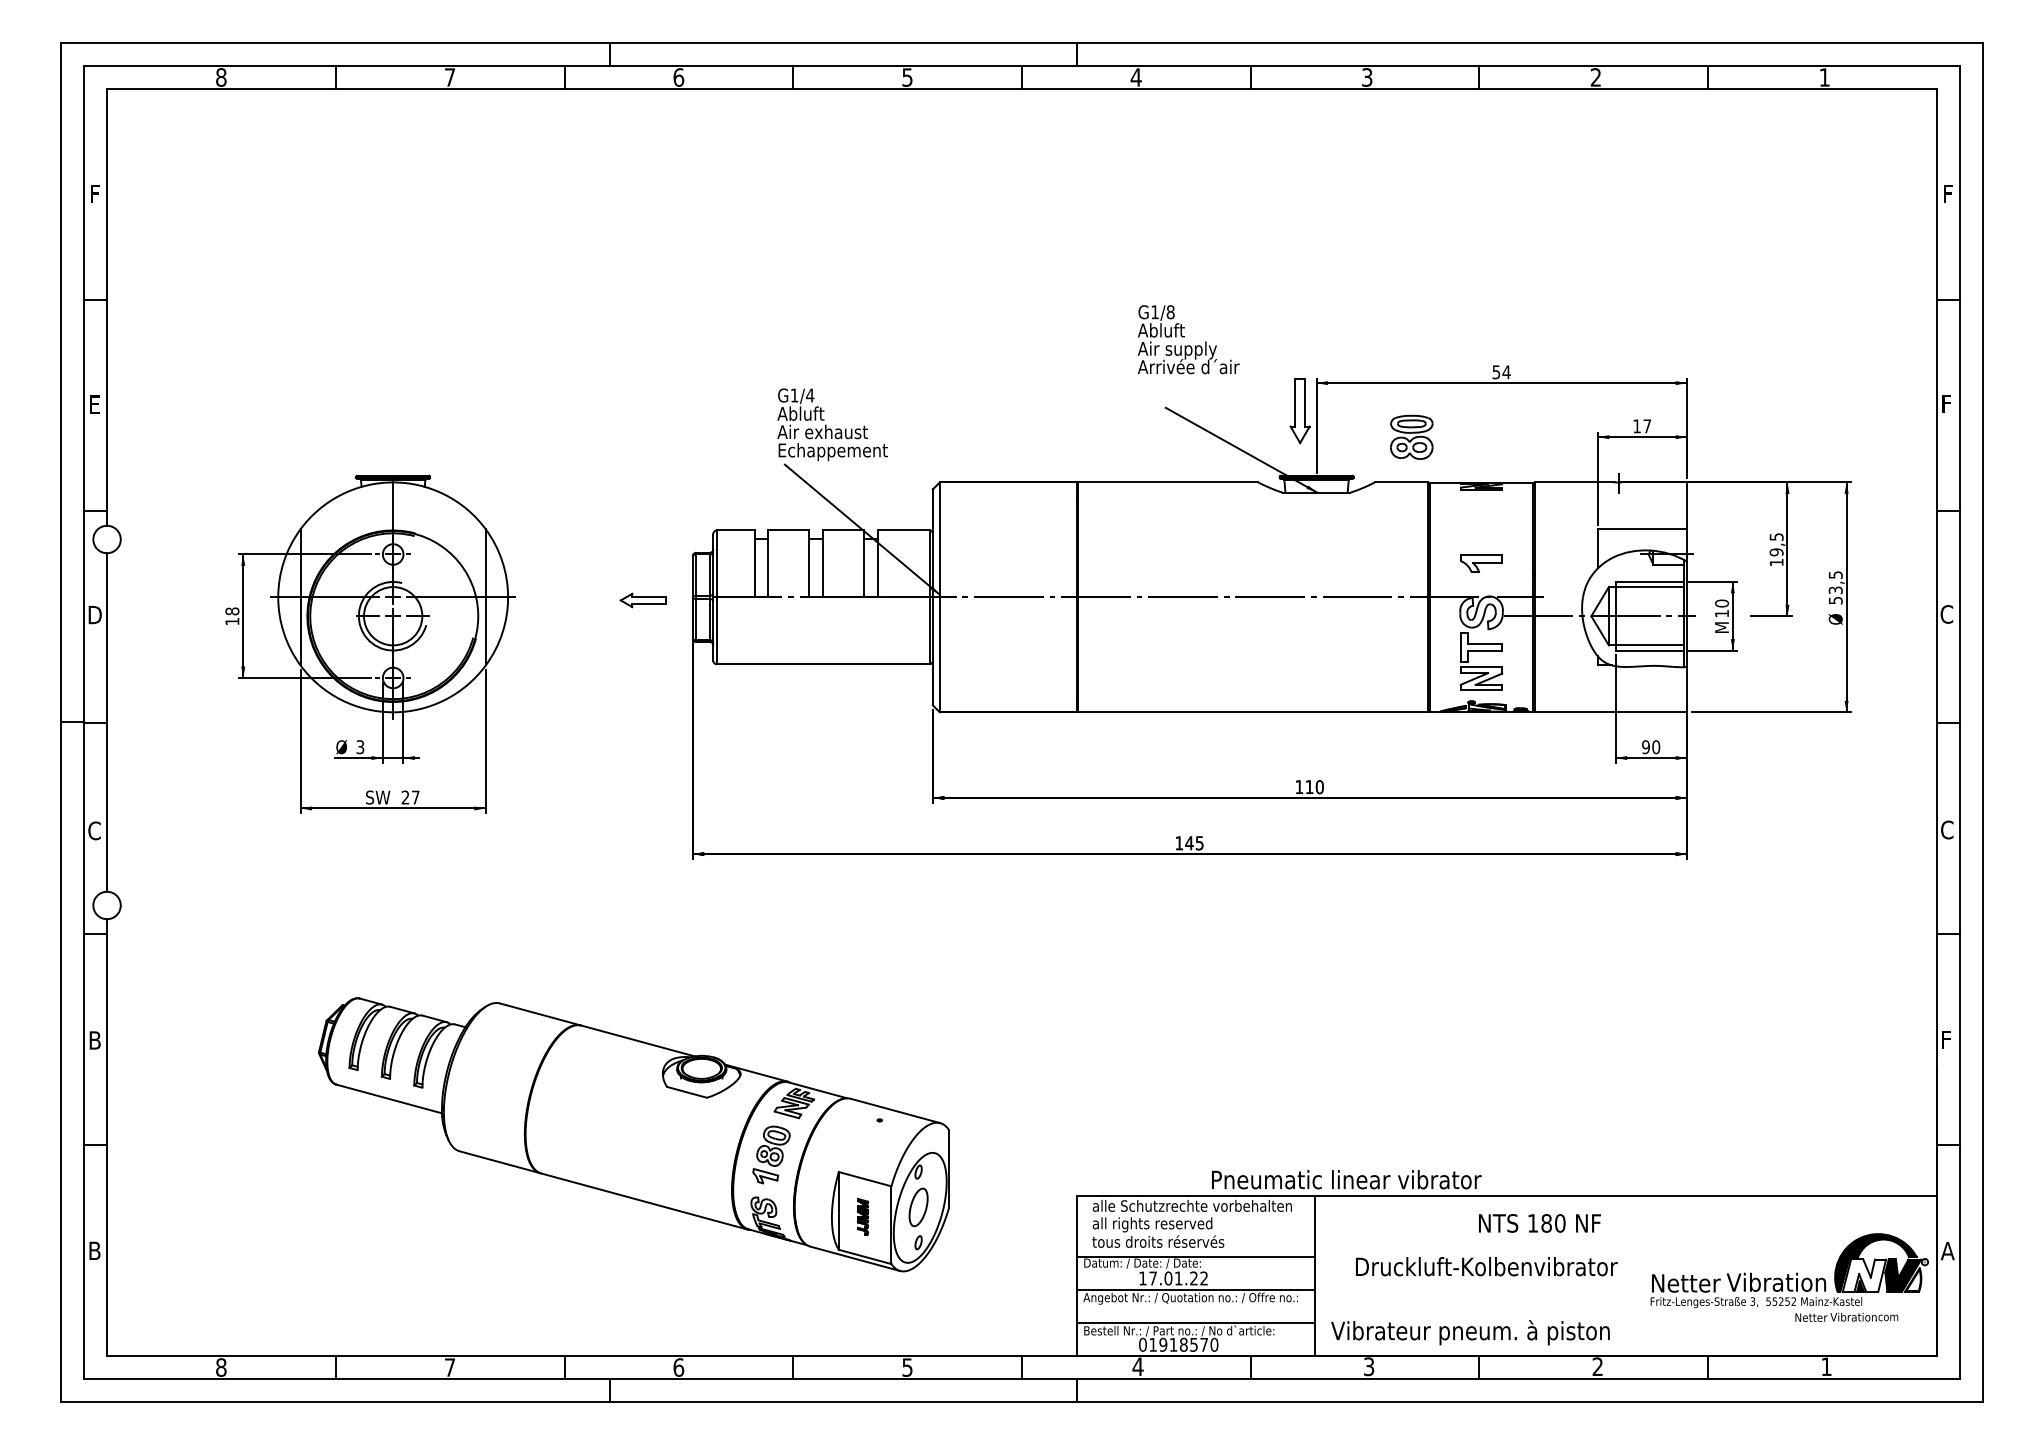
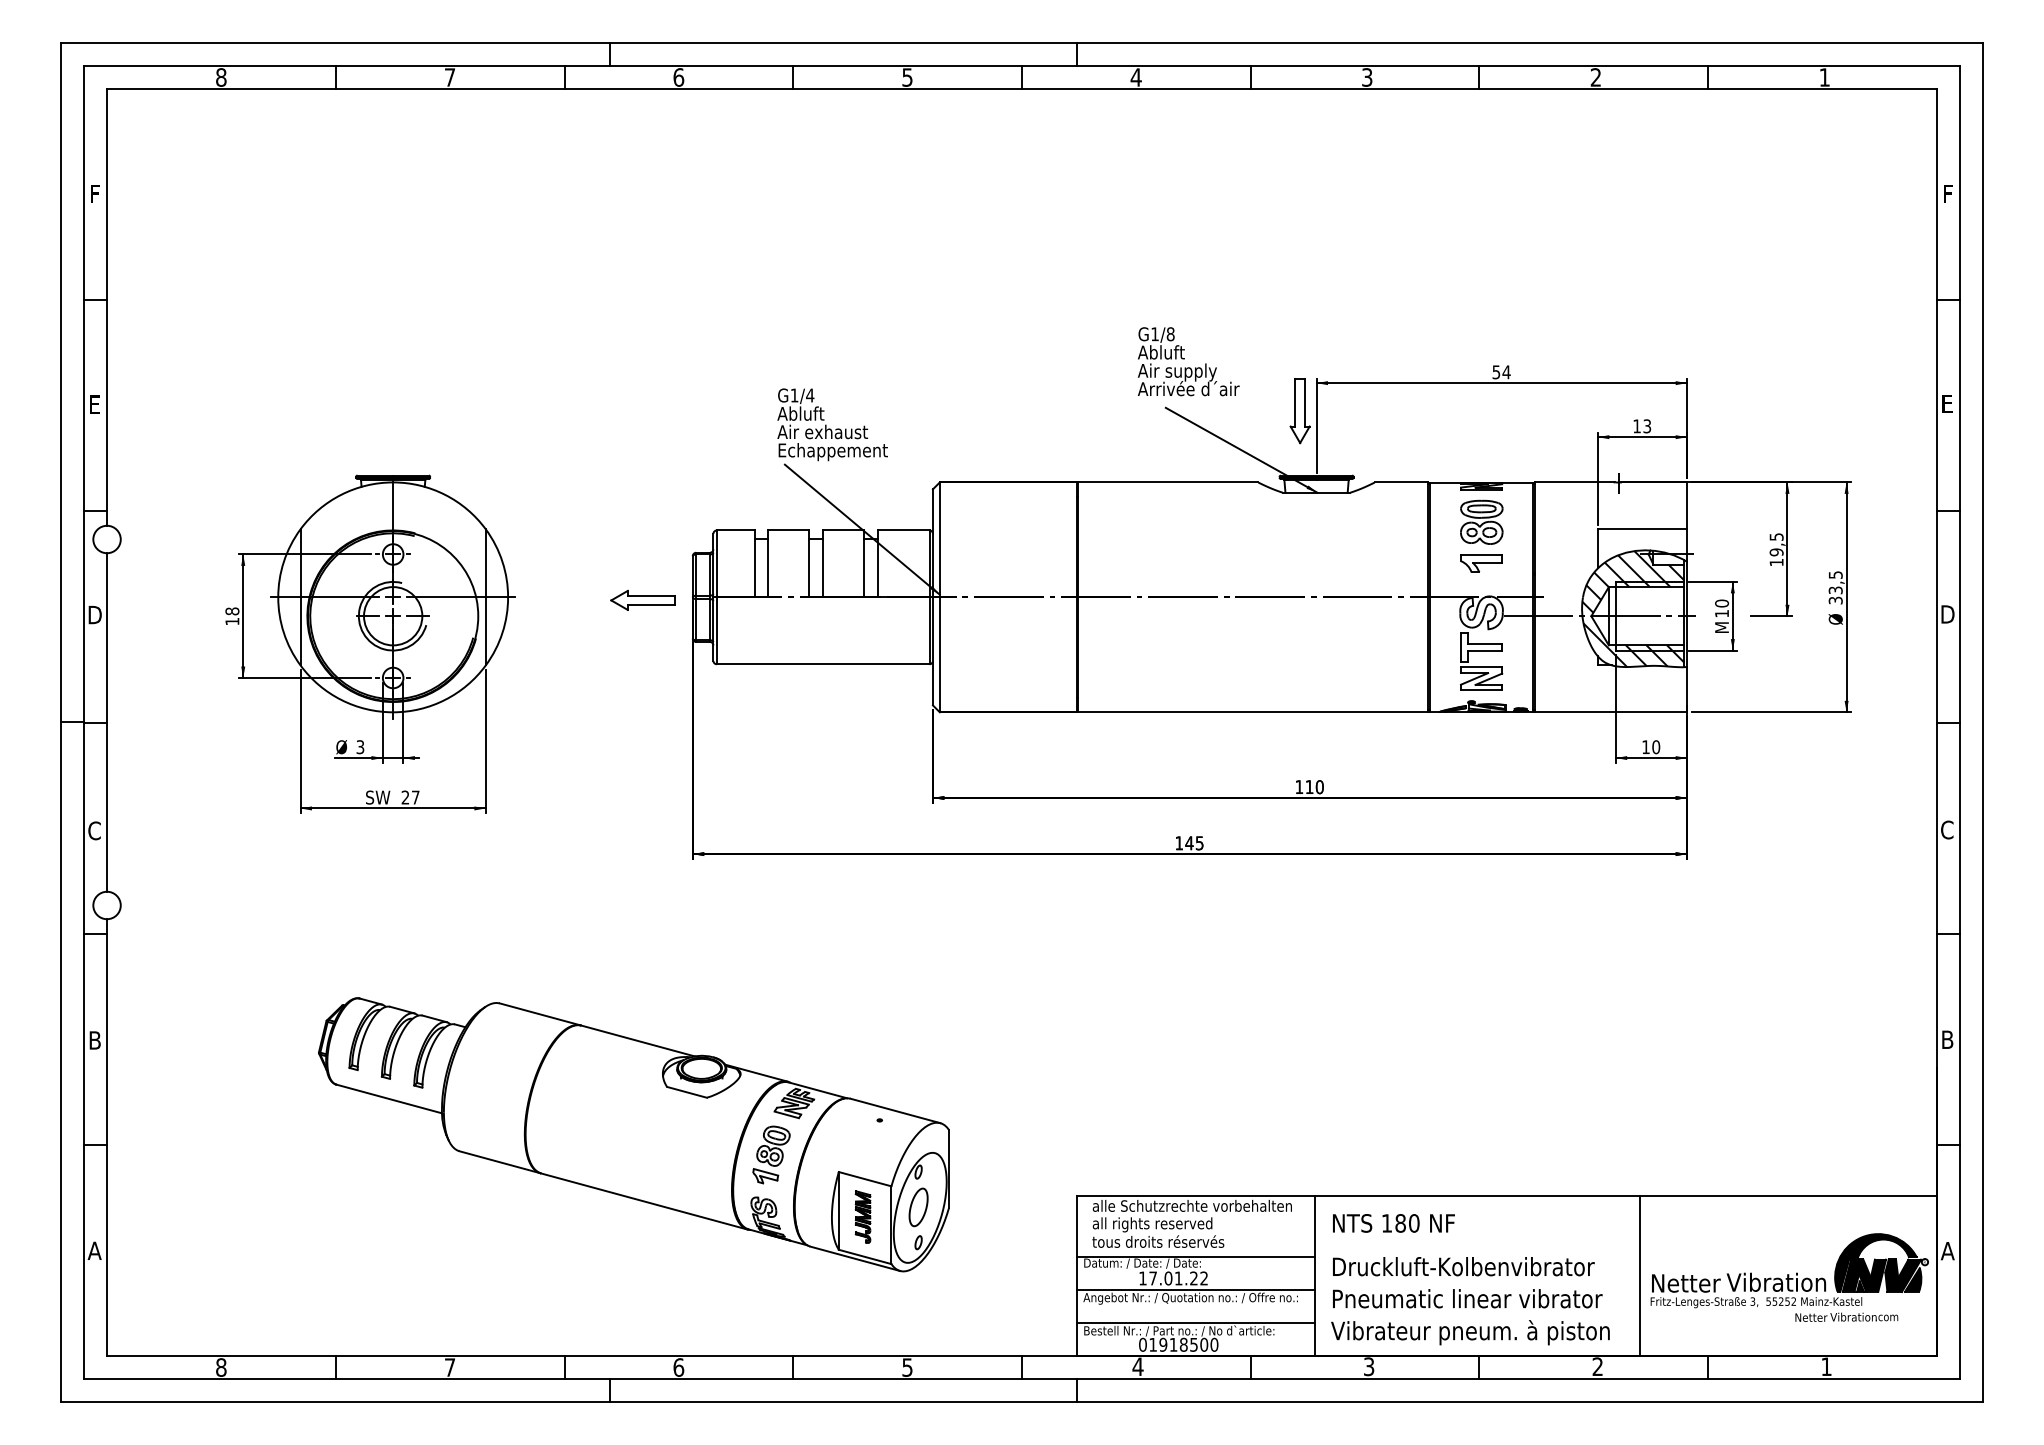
part at (1188, 339) position: (1188, 339) -> (1188, 361)
text at (1948, 403): F -> E
text at (1647, 426): 17 -> 13
part at (1411, 436) position: (1411, 436) -> (1481, 521)
part at (642, 600) size: 48x17 px -> 66x21 px
text at (1834, 600): 53,5 -> 33,5
hatch at (1633, 609): none -> present
text at (1947, 614): C -> D
text at (1645, 747): 90 -> 10
text at (1947, 1039): F -> B
text at (1346, 1179) position: (1346, 1179) -> (1467, 1298)
part at (863, 1216) size: 13x38 px -> 18x54 px
text at (1539, 1223) position: (1539, 1223) -> (1393, 1223)
text at (94, 1250): B -> A
text at (1486, 1266) position: (1486, 1266) -> (1463, 1266)
line at (1639, 1275): none -> present
fill at (1864, 1275): none -> present
fill at (1913, 1280): none -> present
text at (1204, 1344): 01918570 -> 01918500
